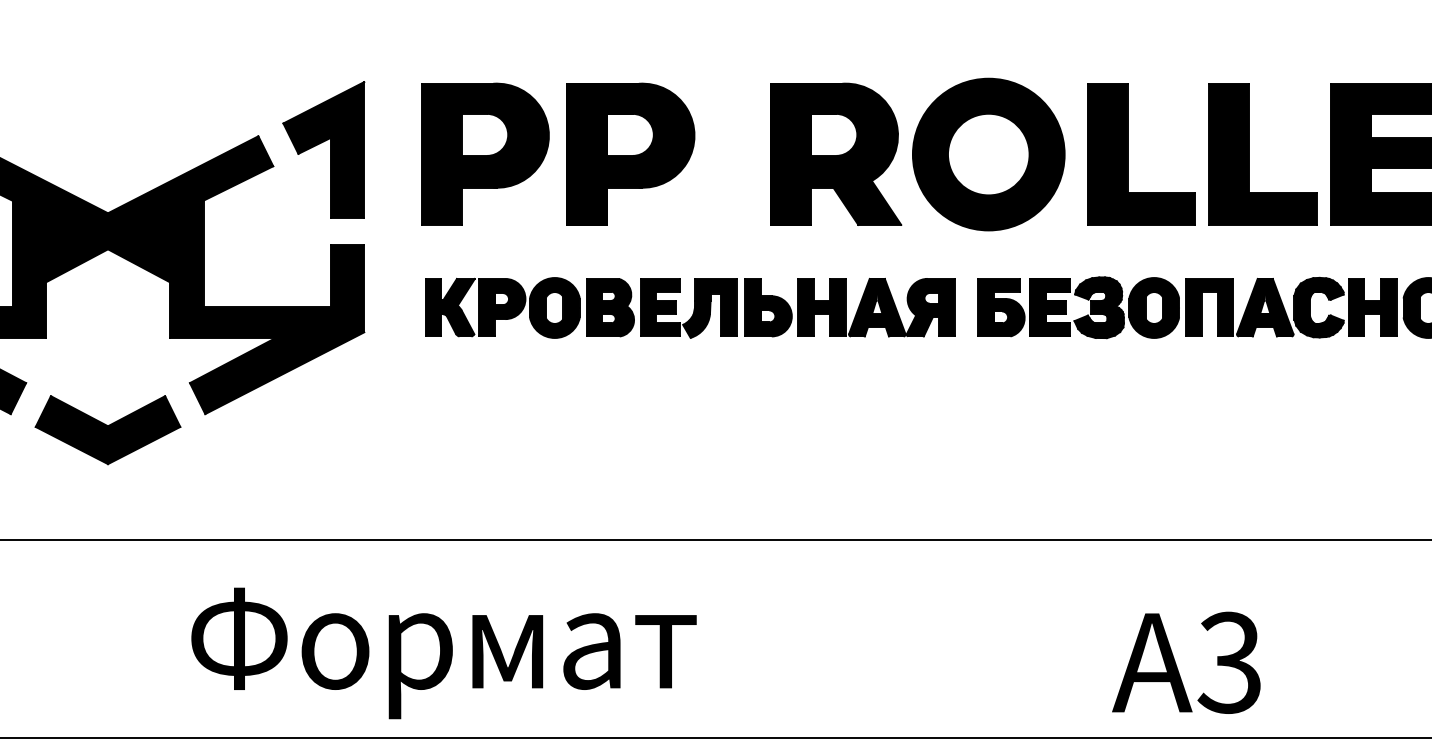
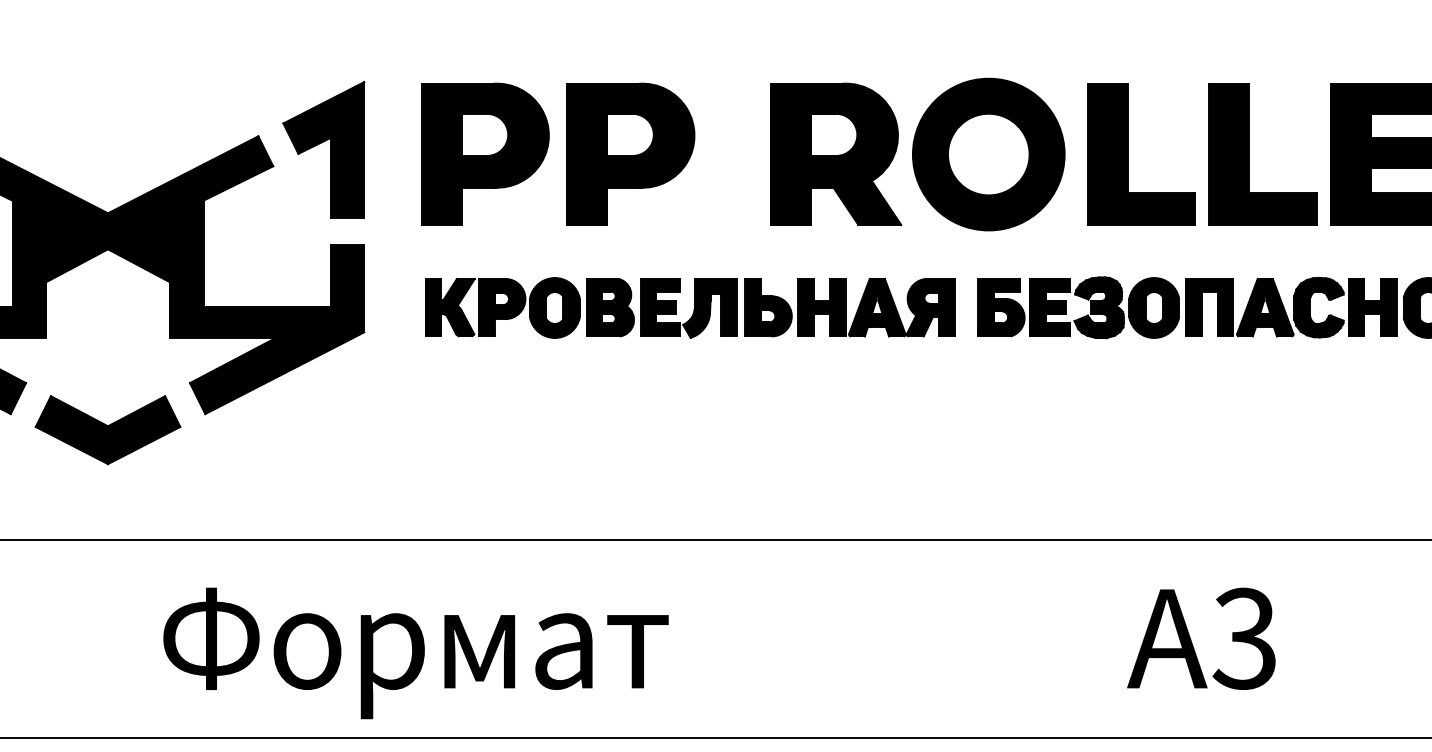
text at (443, 653) position: (443, 653) -> (415, 653)
text at (1186, 662) position: (1186, 662) -> (1201, 638)
